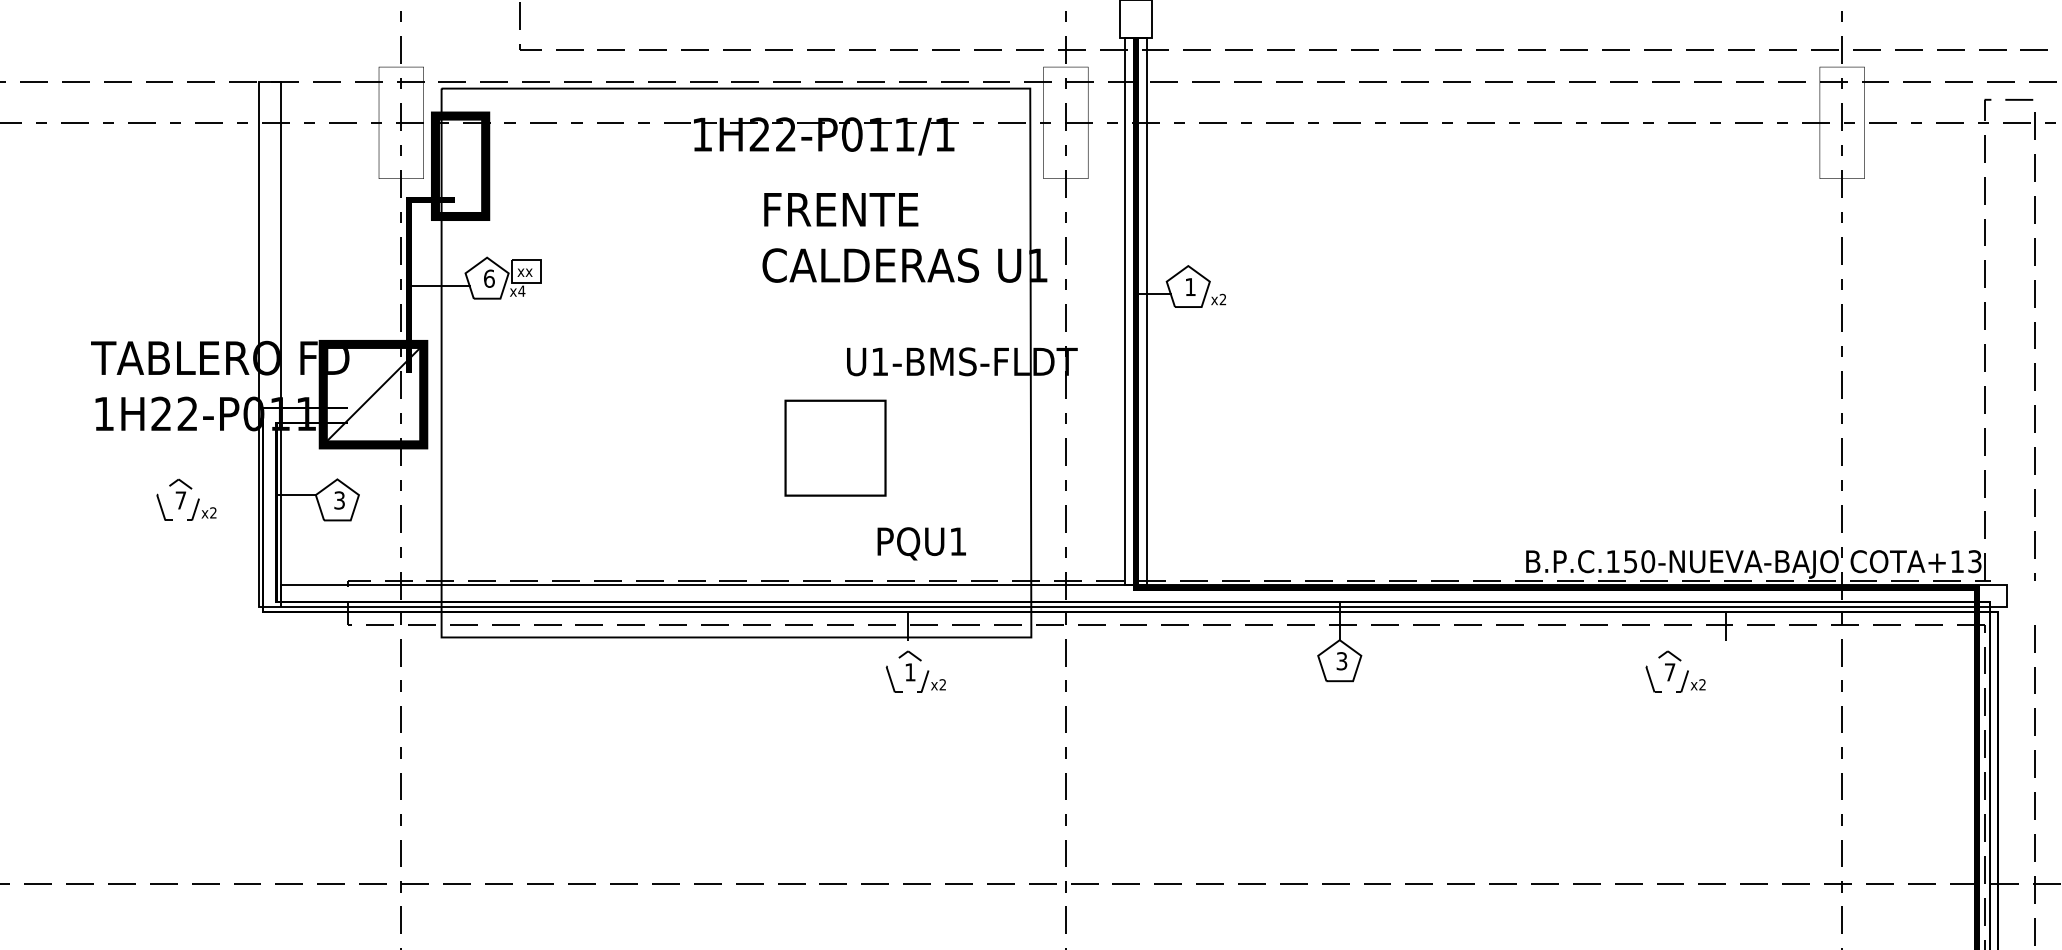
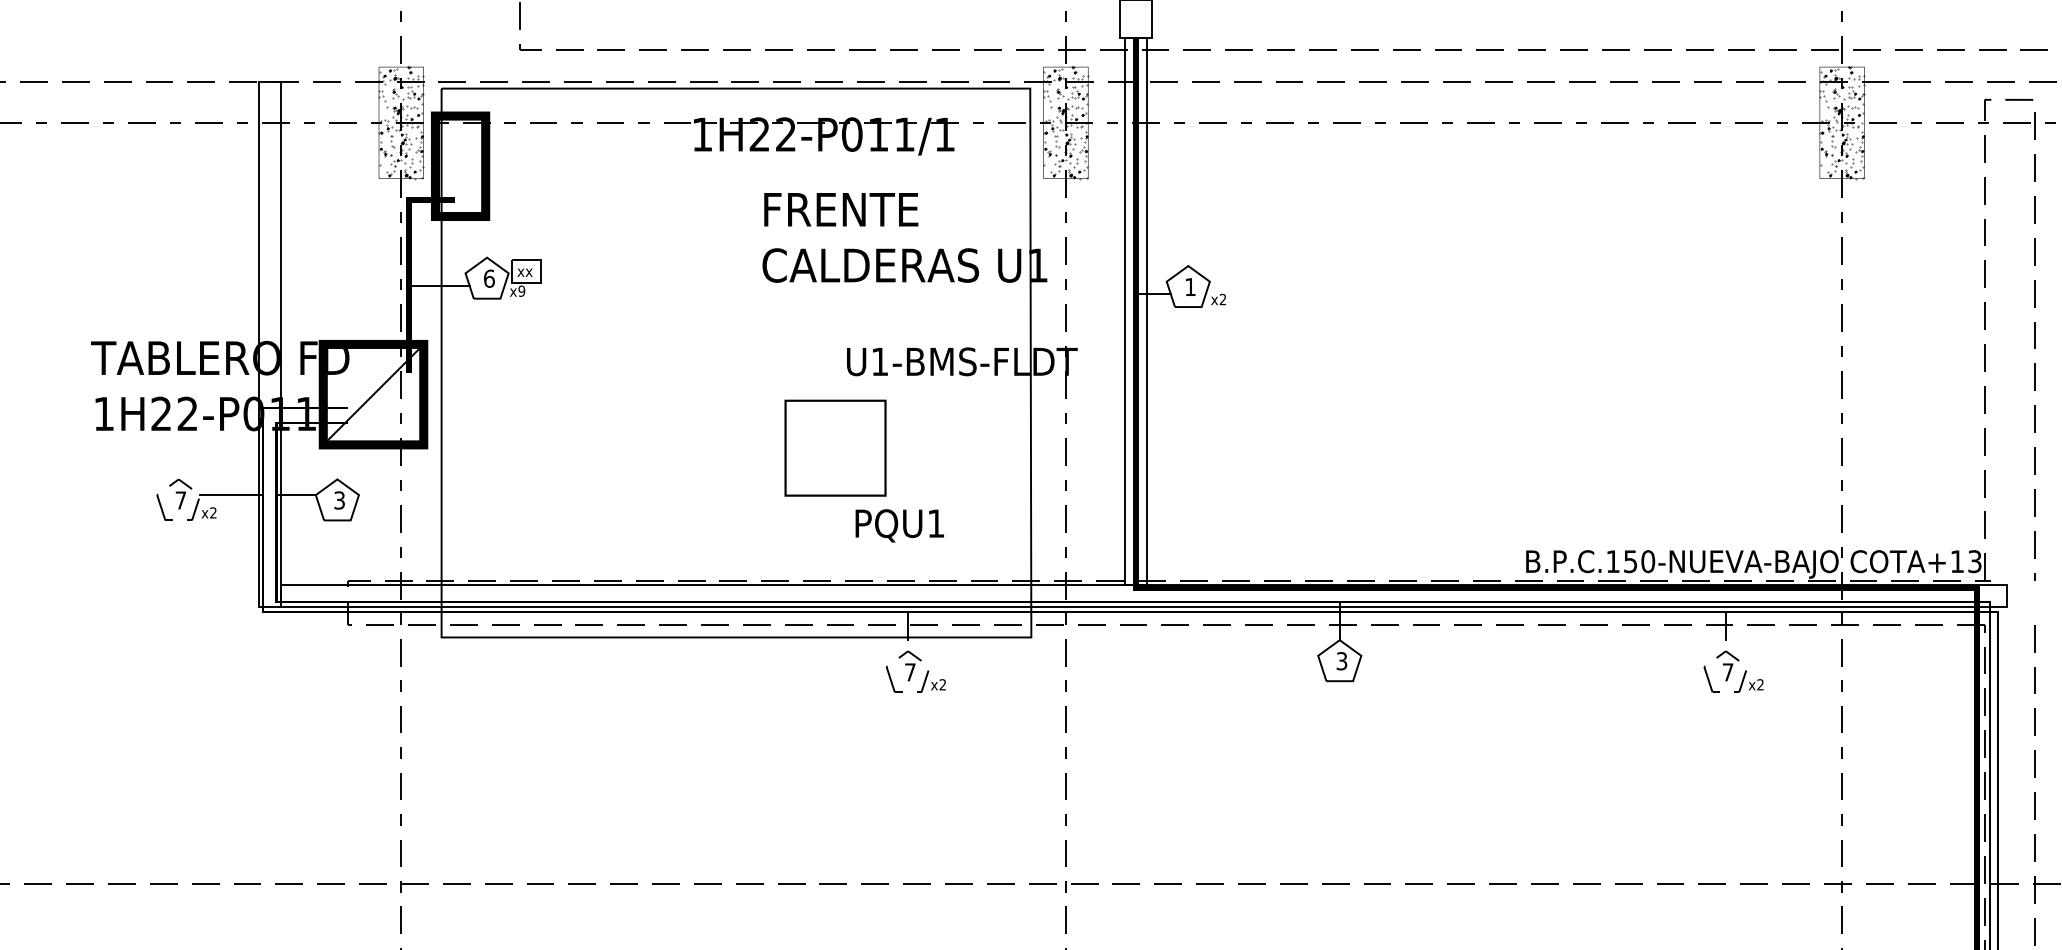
hatch at (401, 122): none -> present
hatch at (1065, 122): none -> present
hatch at (1841, 122): none -> present
text at (521, 290): x4 -> x9
line at (231, 495): none -> present
text at (921, 543) position: (921, 543) -> (899, 525)
part at (1675, 671) position: (1675, 671) -> (1733, 671)
text at (910, 672): 1 -> 7
